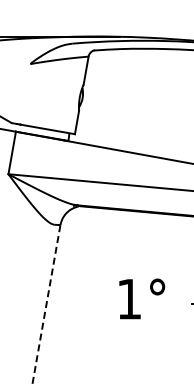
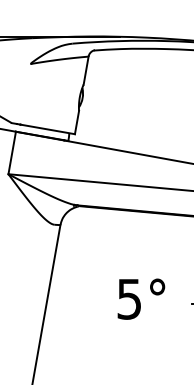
text at (128, 299): 1° -> 5°
line at (46, 304): dashed -> solid
